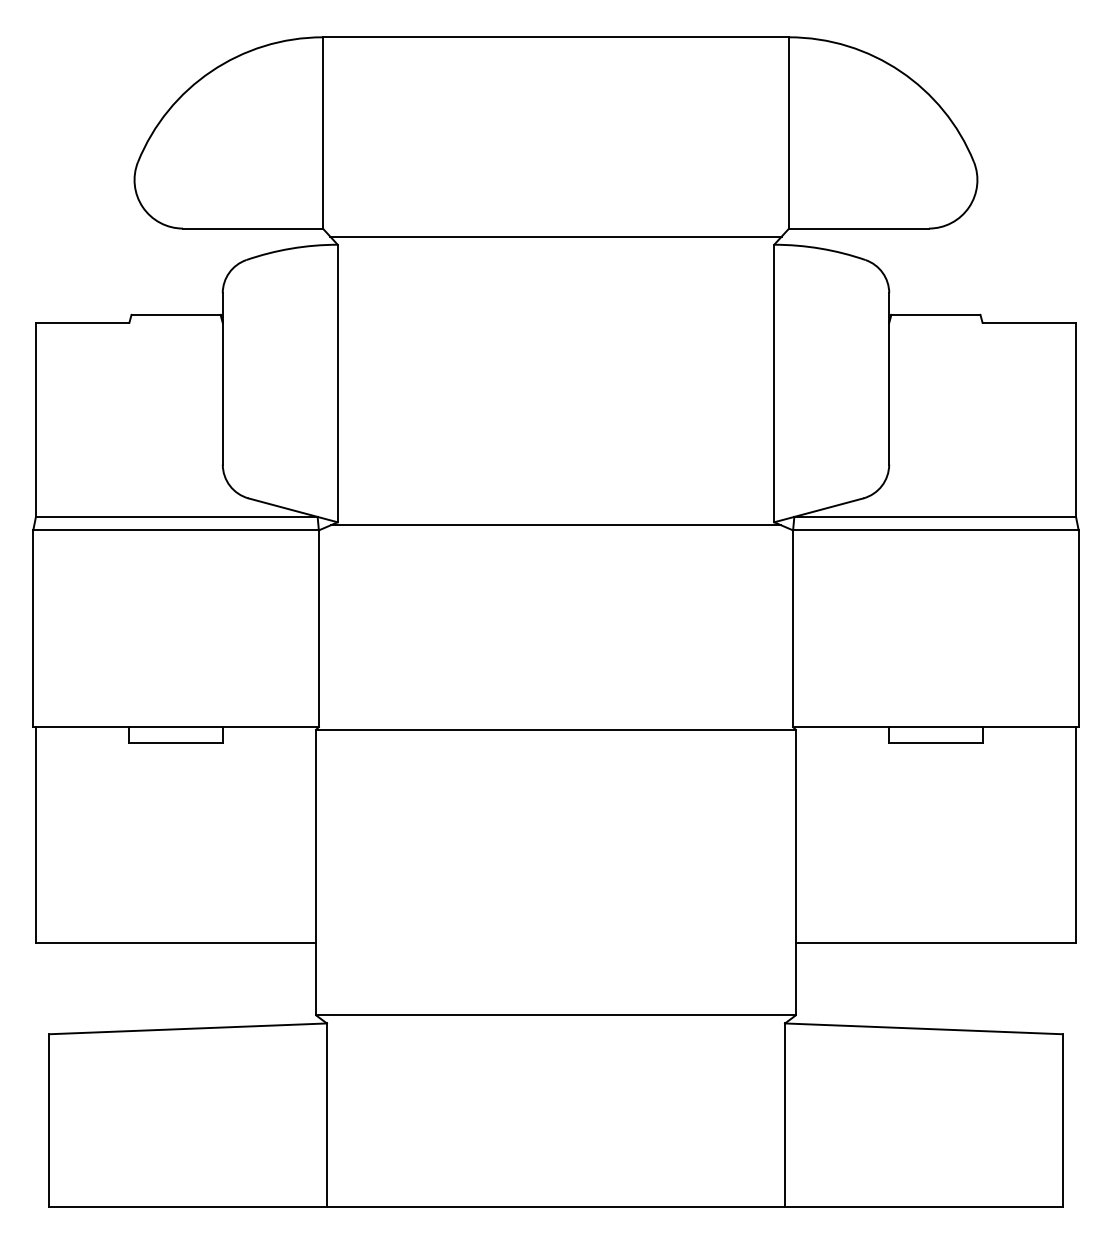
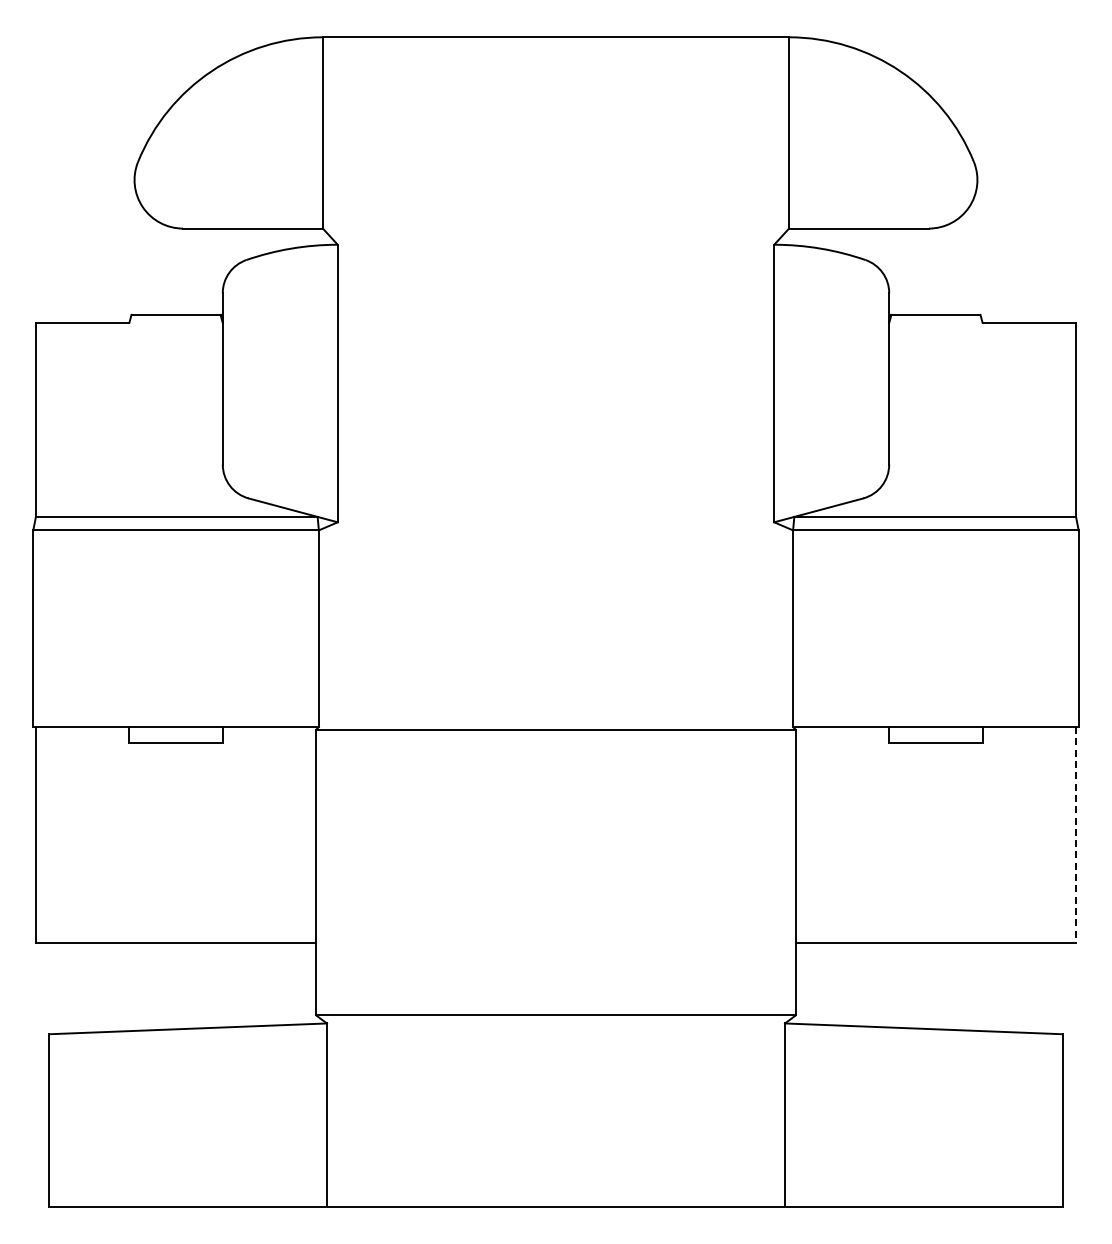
line at (555, 236): present -> none
line at (555, 524): present -> none
line at (1076, 834): solid -> dashed
